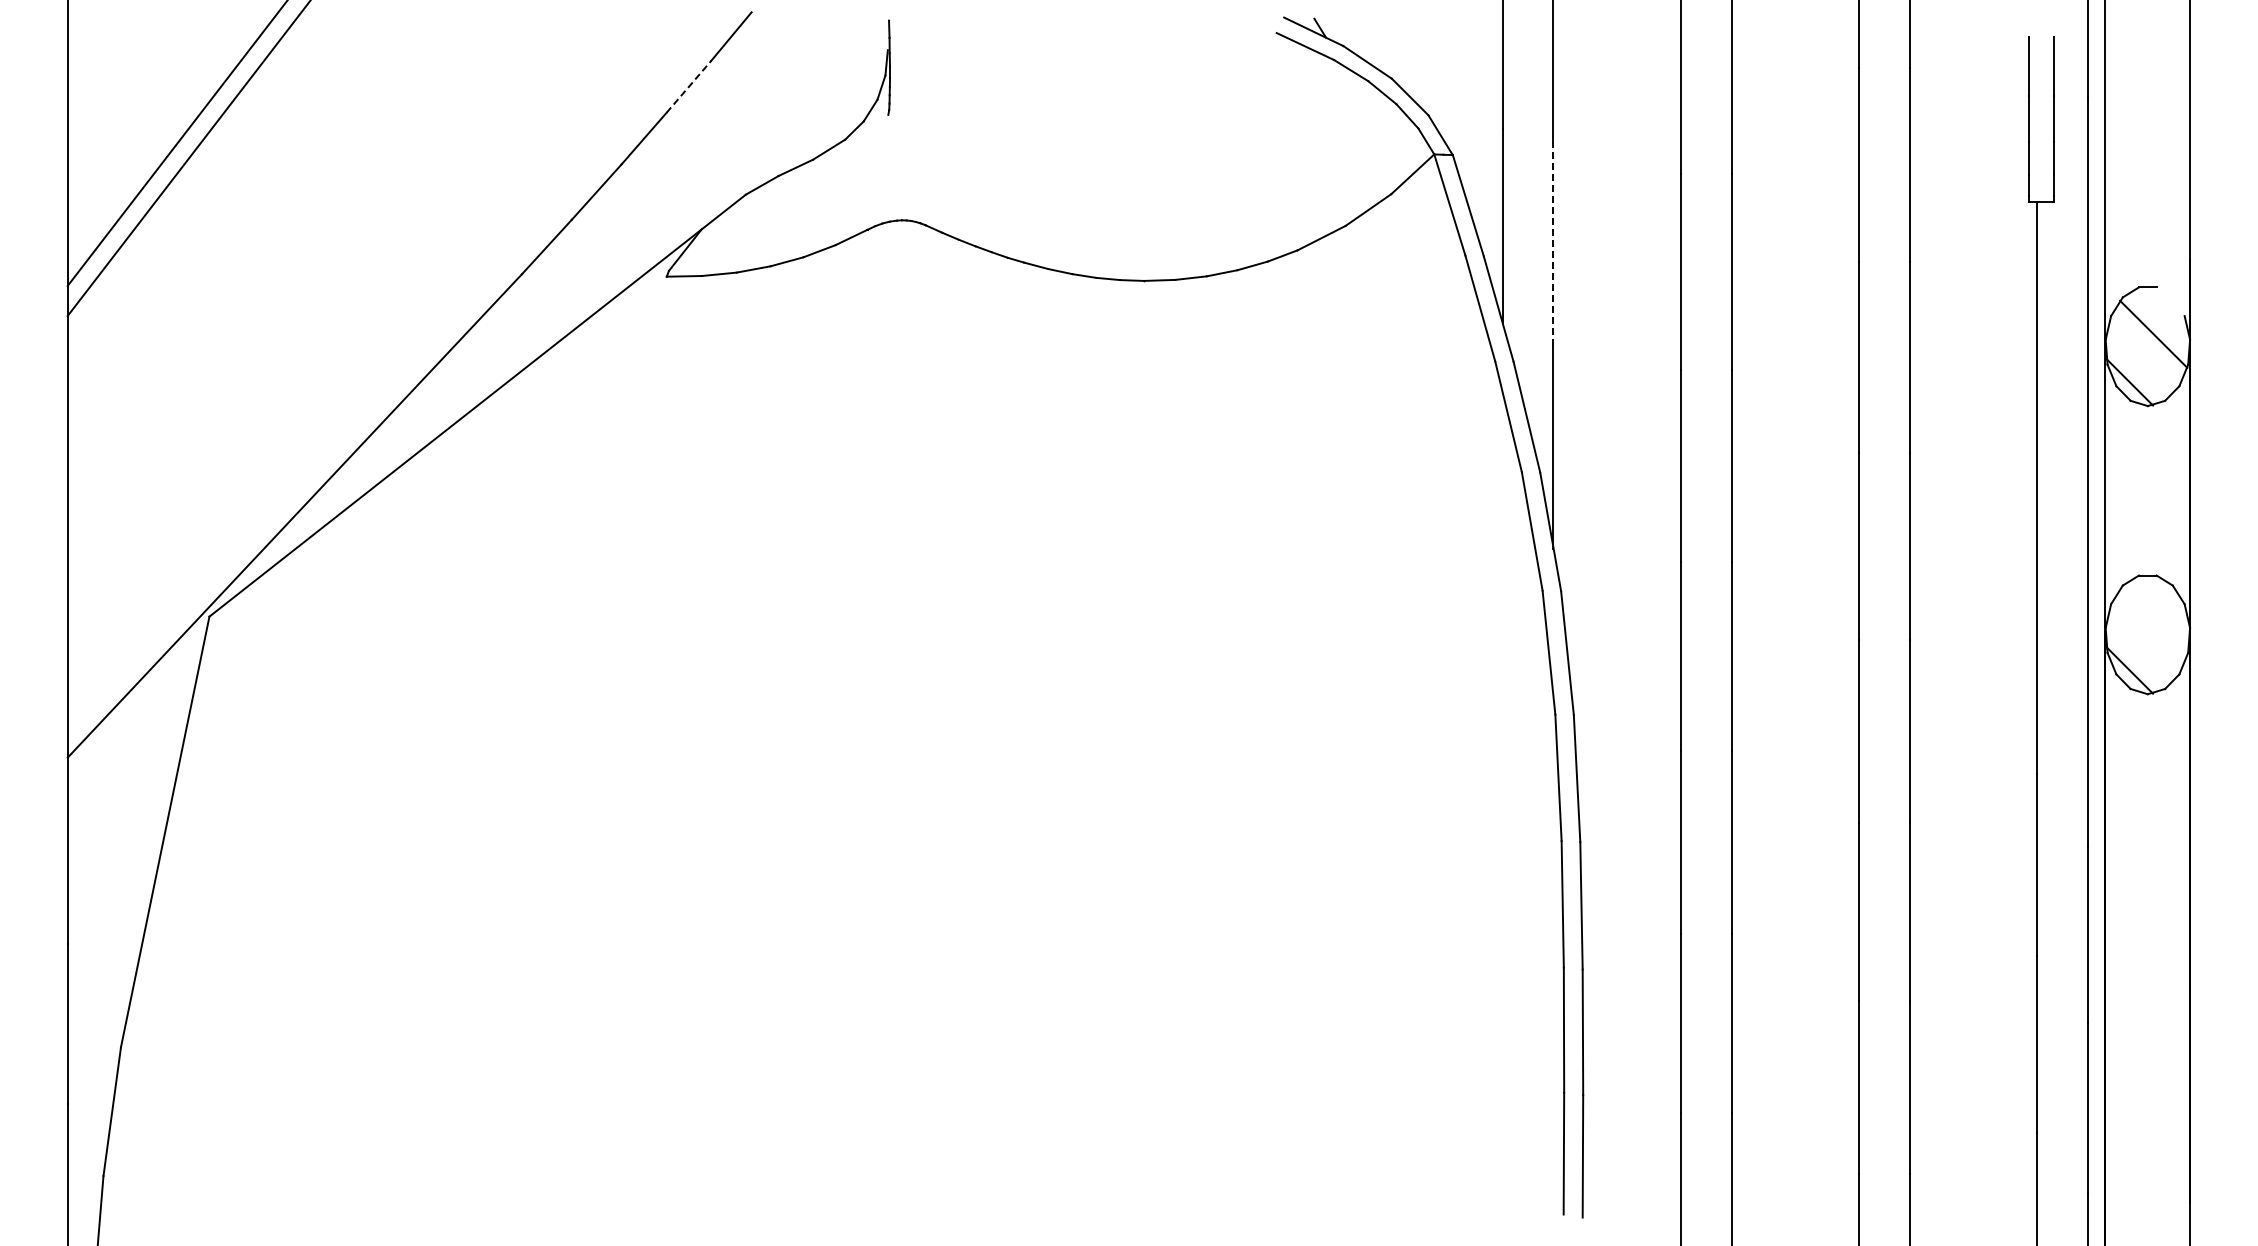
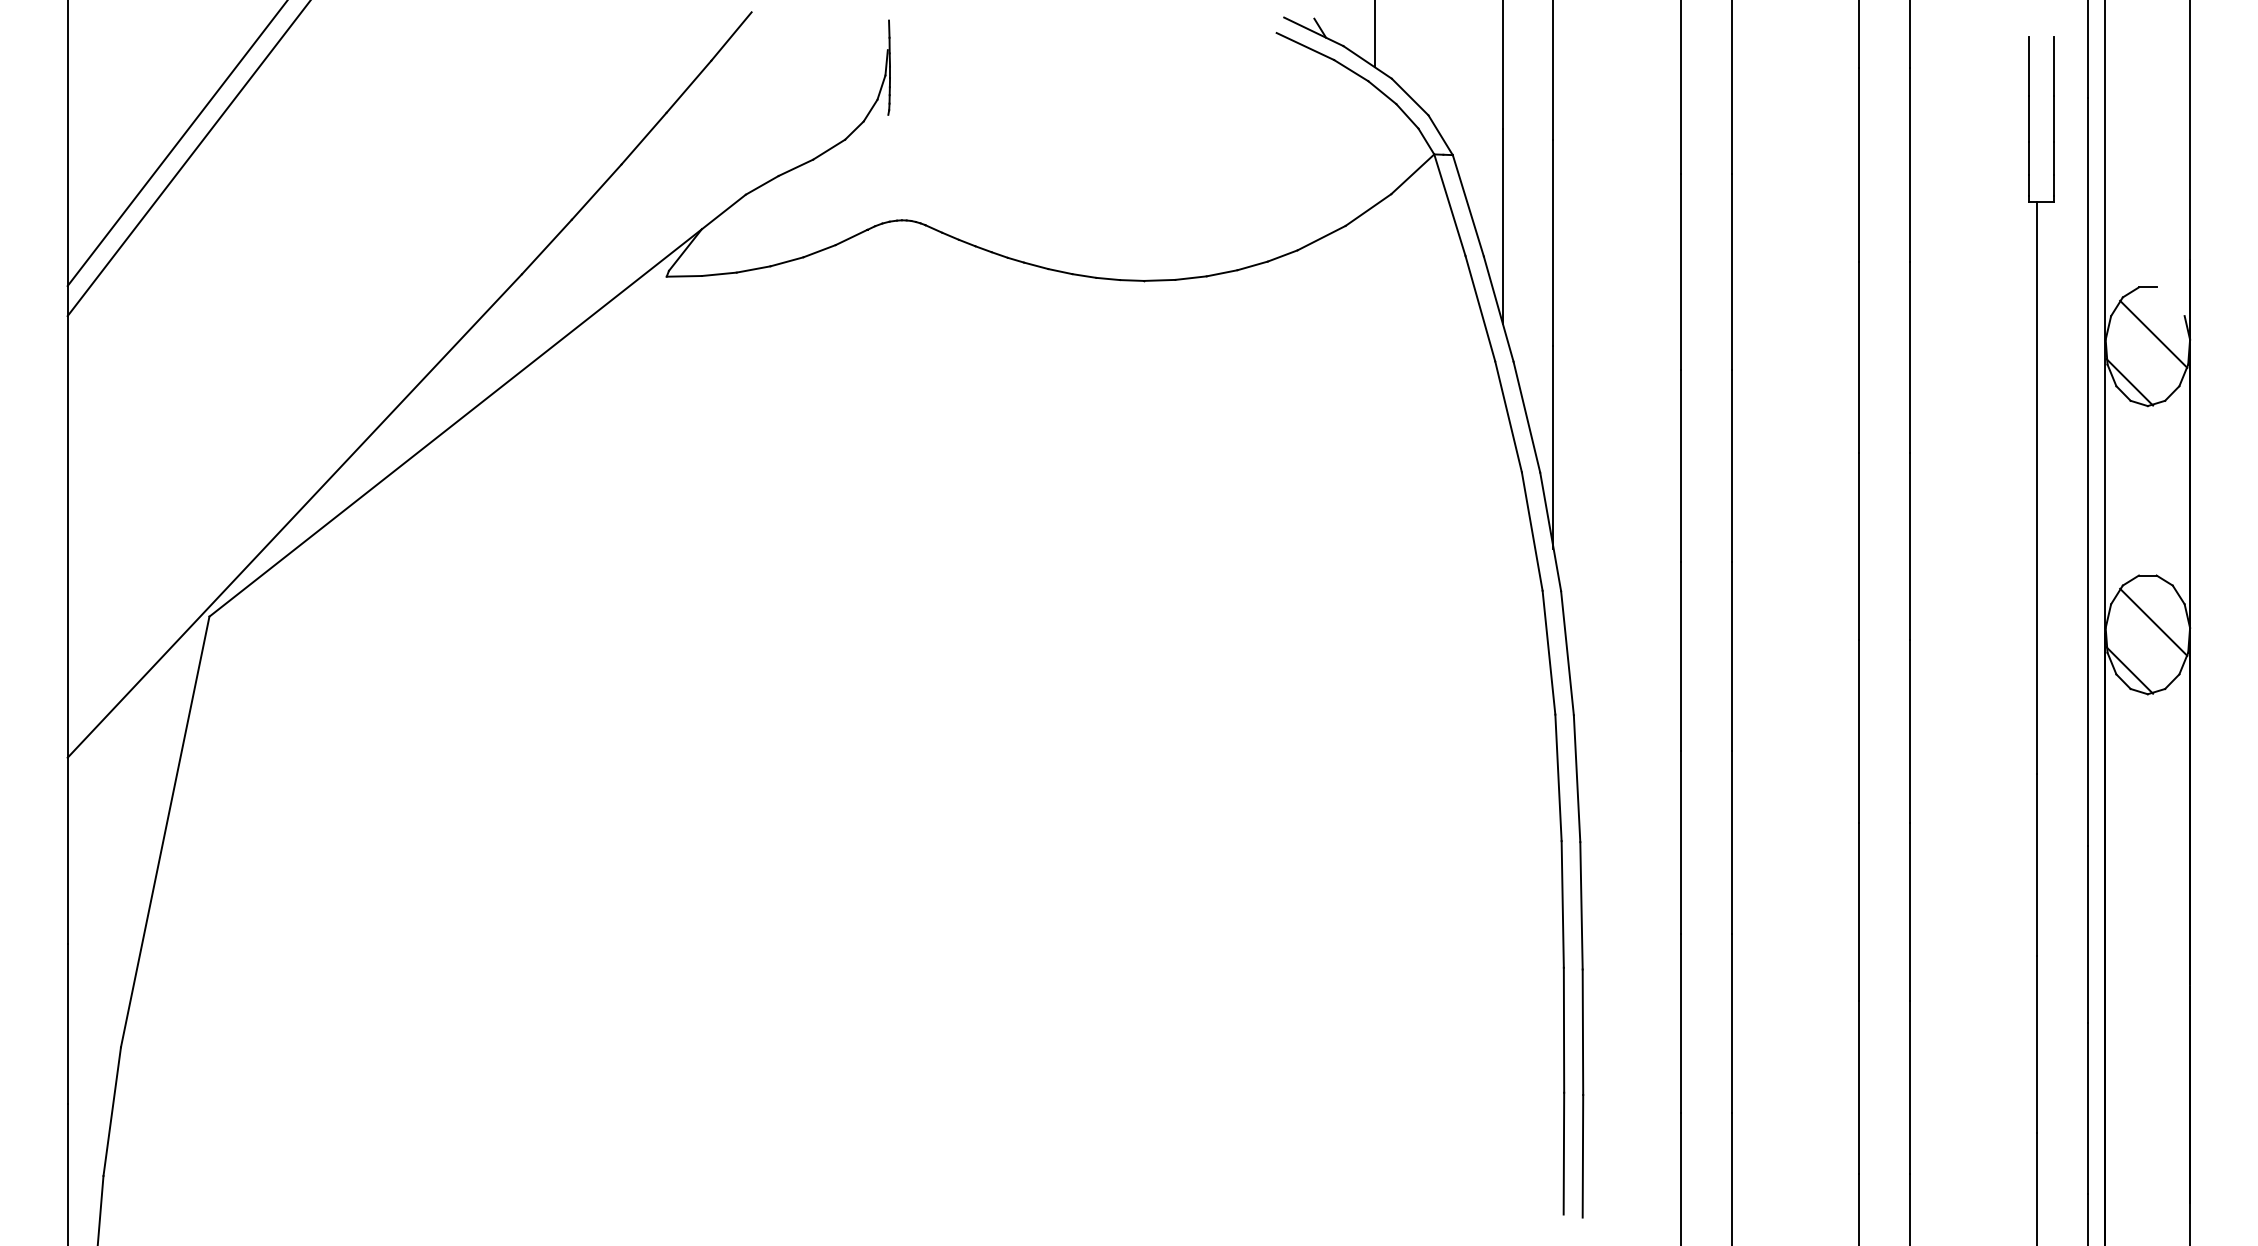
line at (1375, 34): none -> present
line at (689, 86): dashed -> solid
line at (1553, 242): dashed -> solid
line at (2153, 621): none -> present
